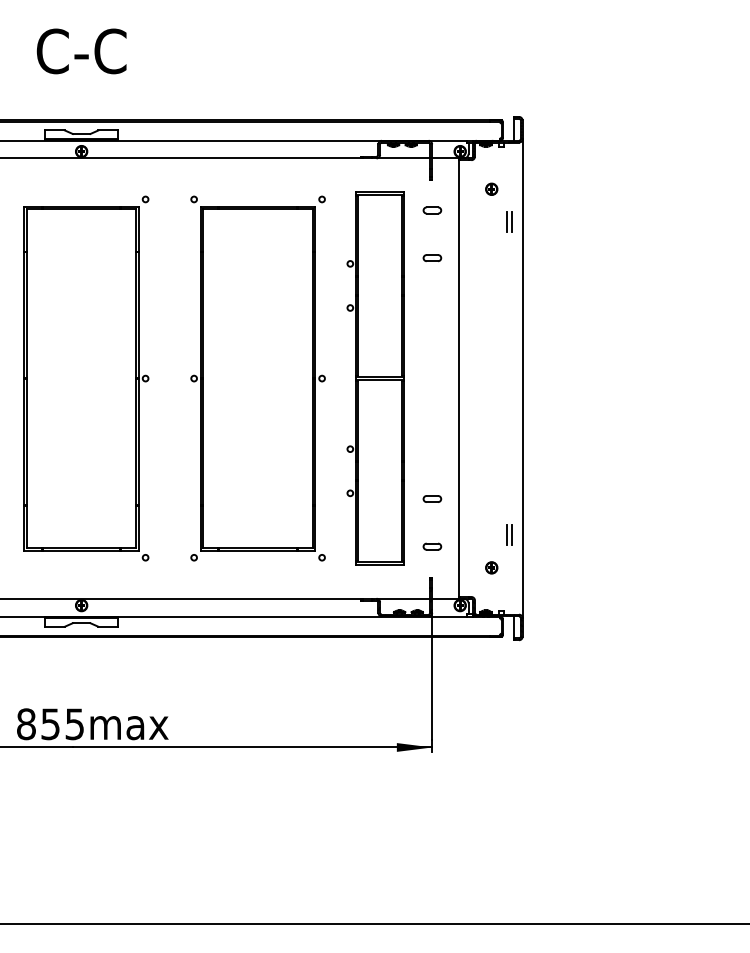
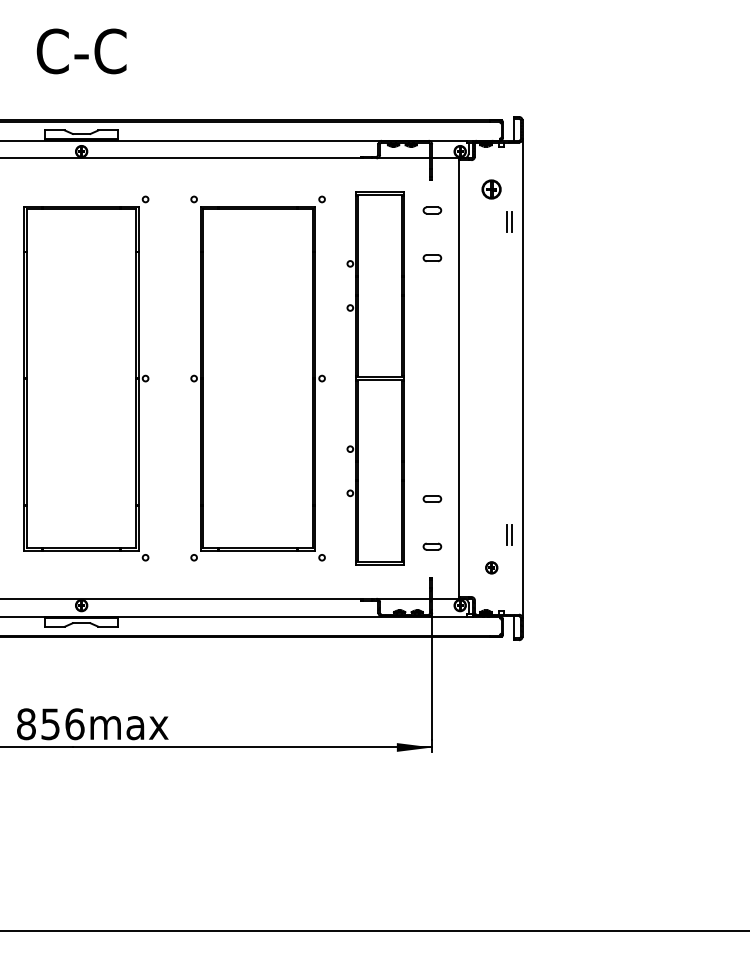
part at (491, 188) size: 14x14 px -> 21x21 px
text at (74, 724): 855max -> 856max
line at (374, 924) position: (374, 924) -> (374, 931)
